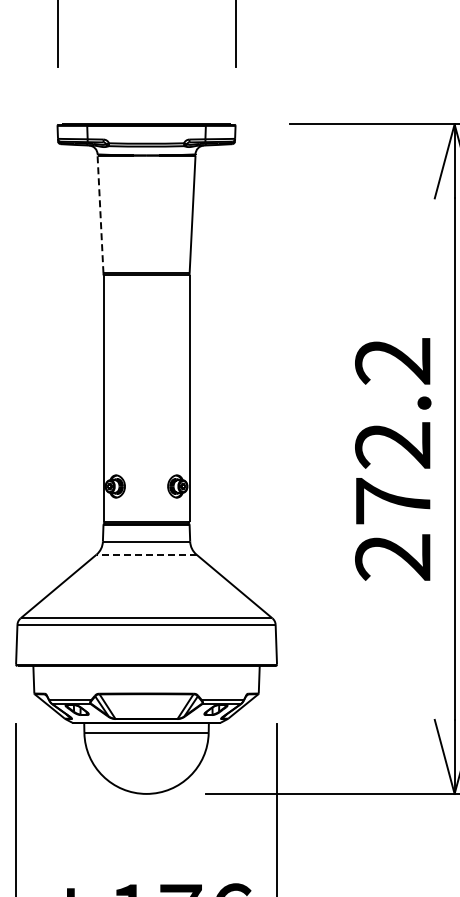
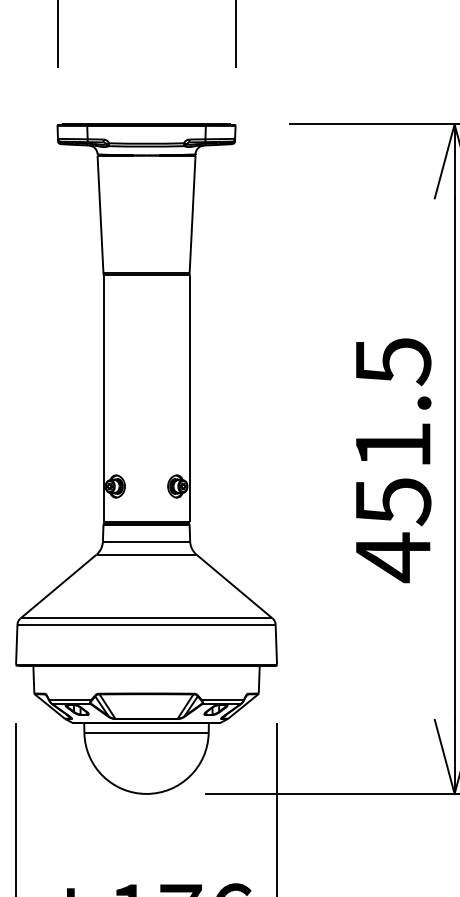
line at (100, 214): dashed -> solid
text at (393, 460): 272.2 -> 451.5
line at (146, 554): dashed -> solid
